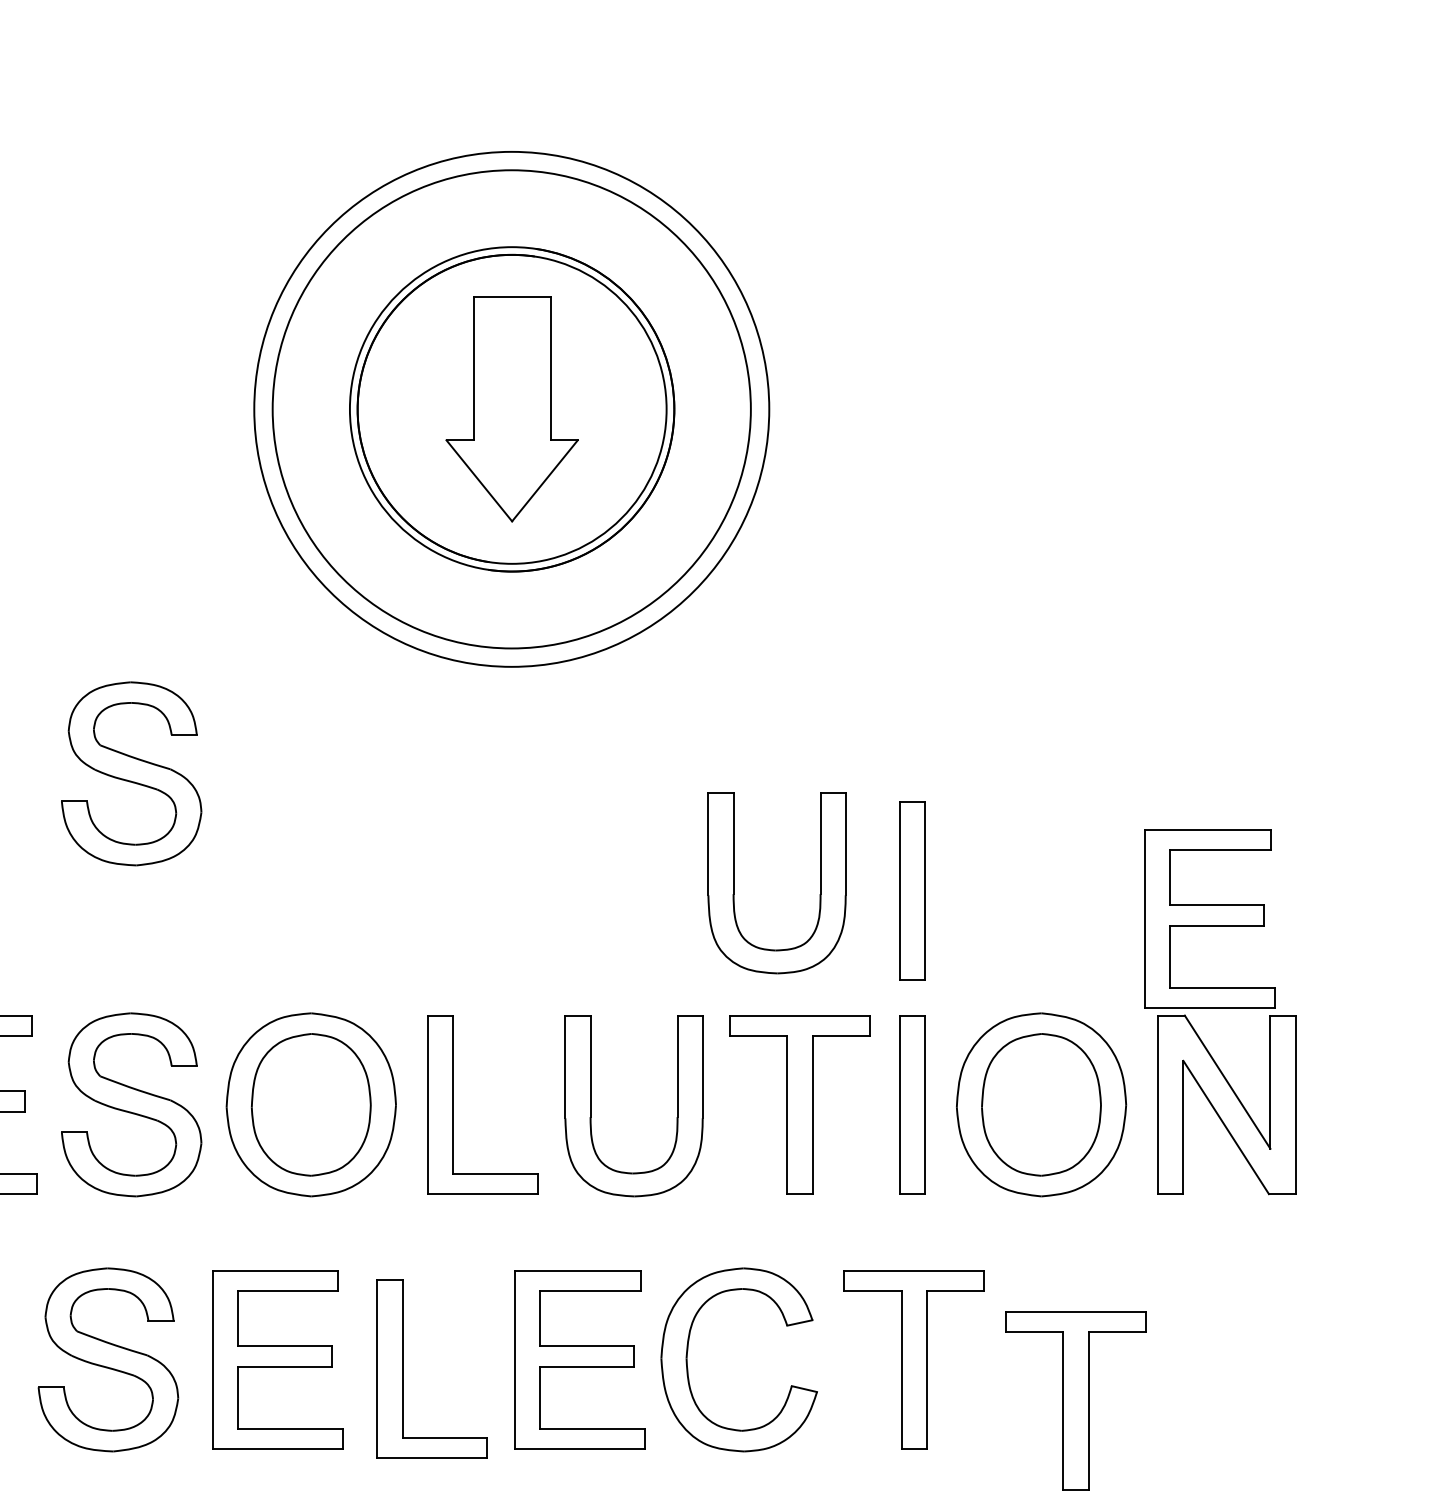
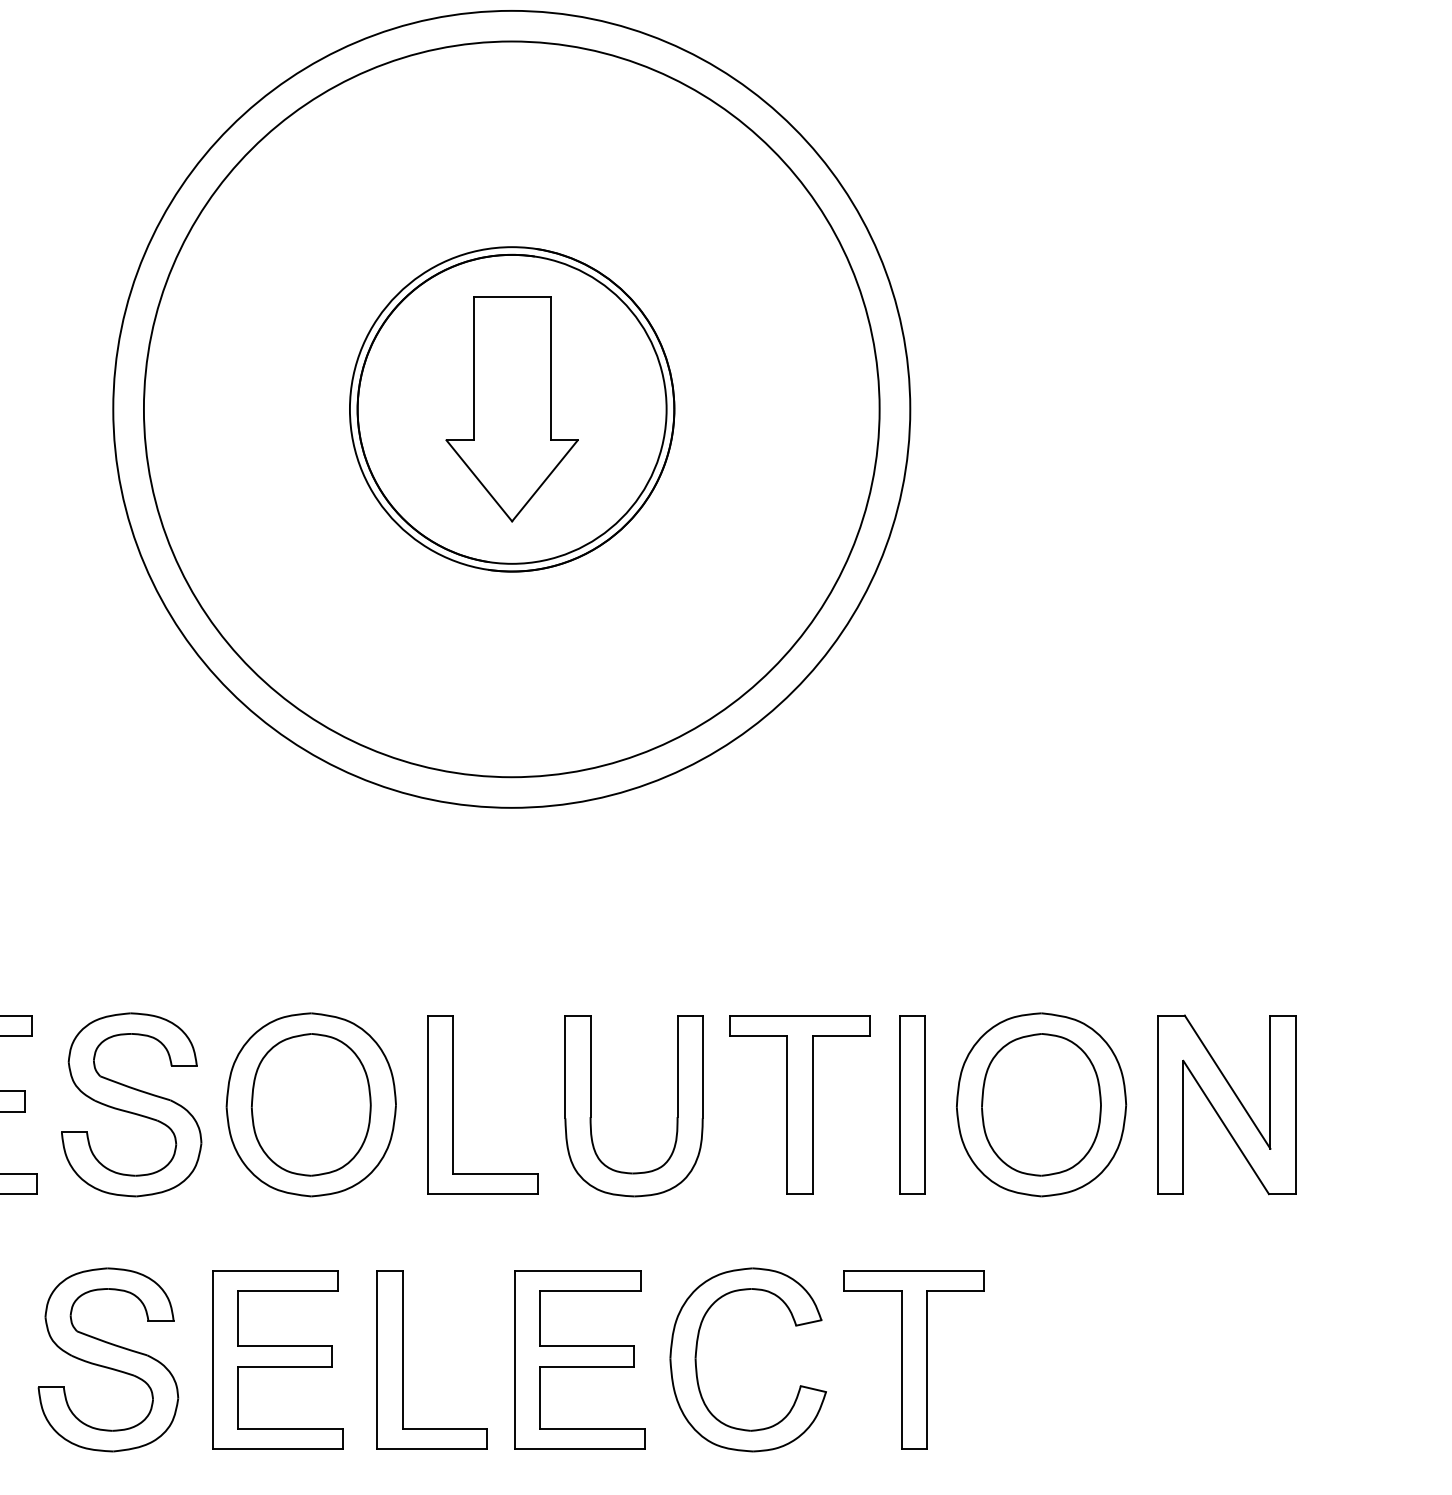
circle at (511, 408) diameter: 515 px -> 736 px
circle at (511, 409) diameter: 478 px -> 797 px
part at (131, 773): present -> none
part at (734, 883): present -> none
part at (912, 890): present -> none
part at (1209, 918): present -> none
part at (688, 1350) position: (688, 1350) -> (697, 1350)
part at (403, 1368) position: (403, 1368) -> (403, 1359)
part at (1075, 1400): present -> none
